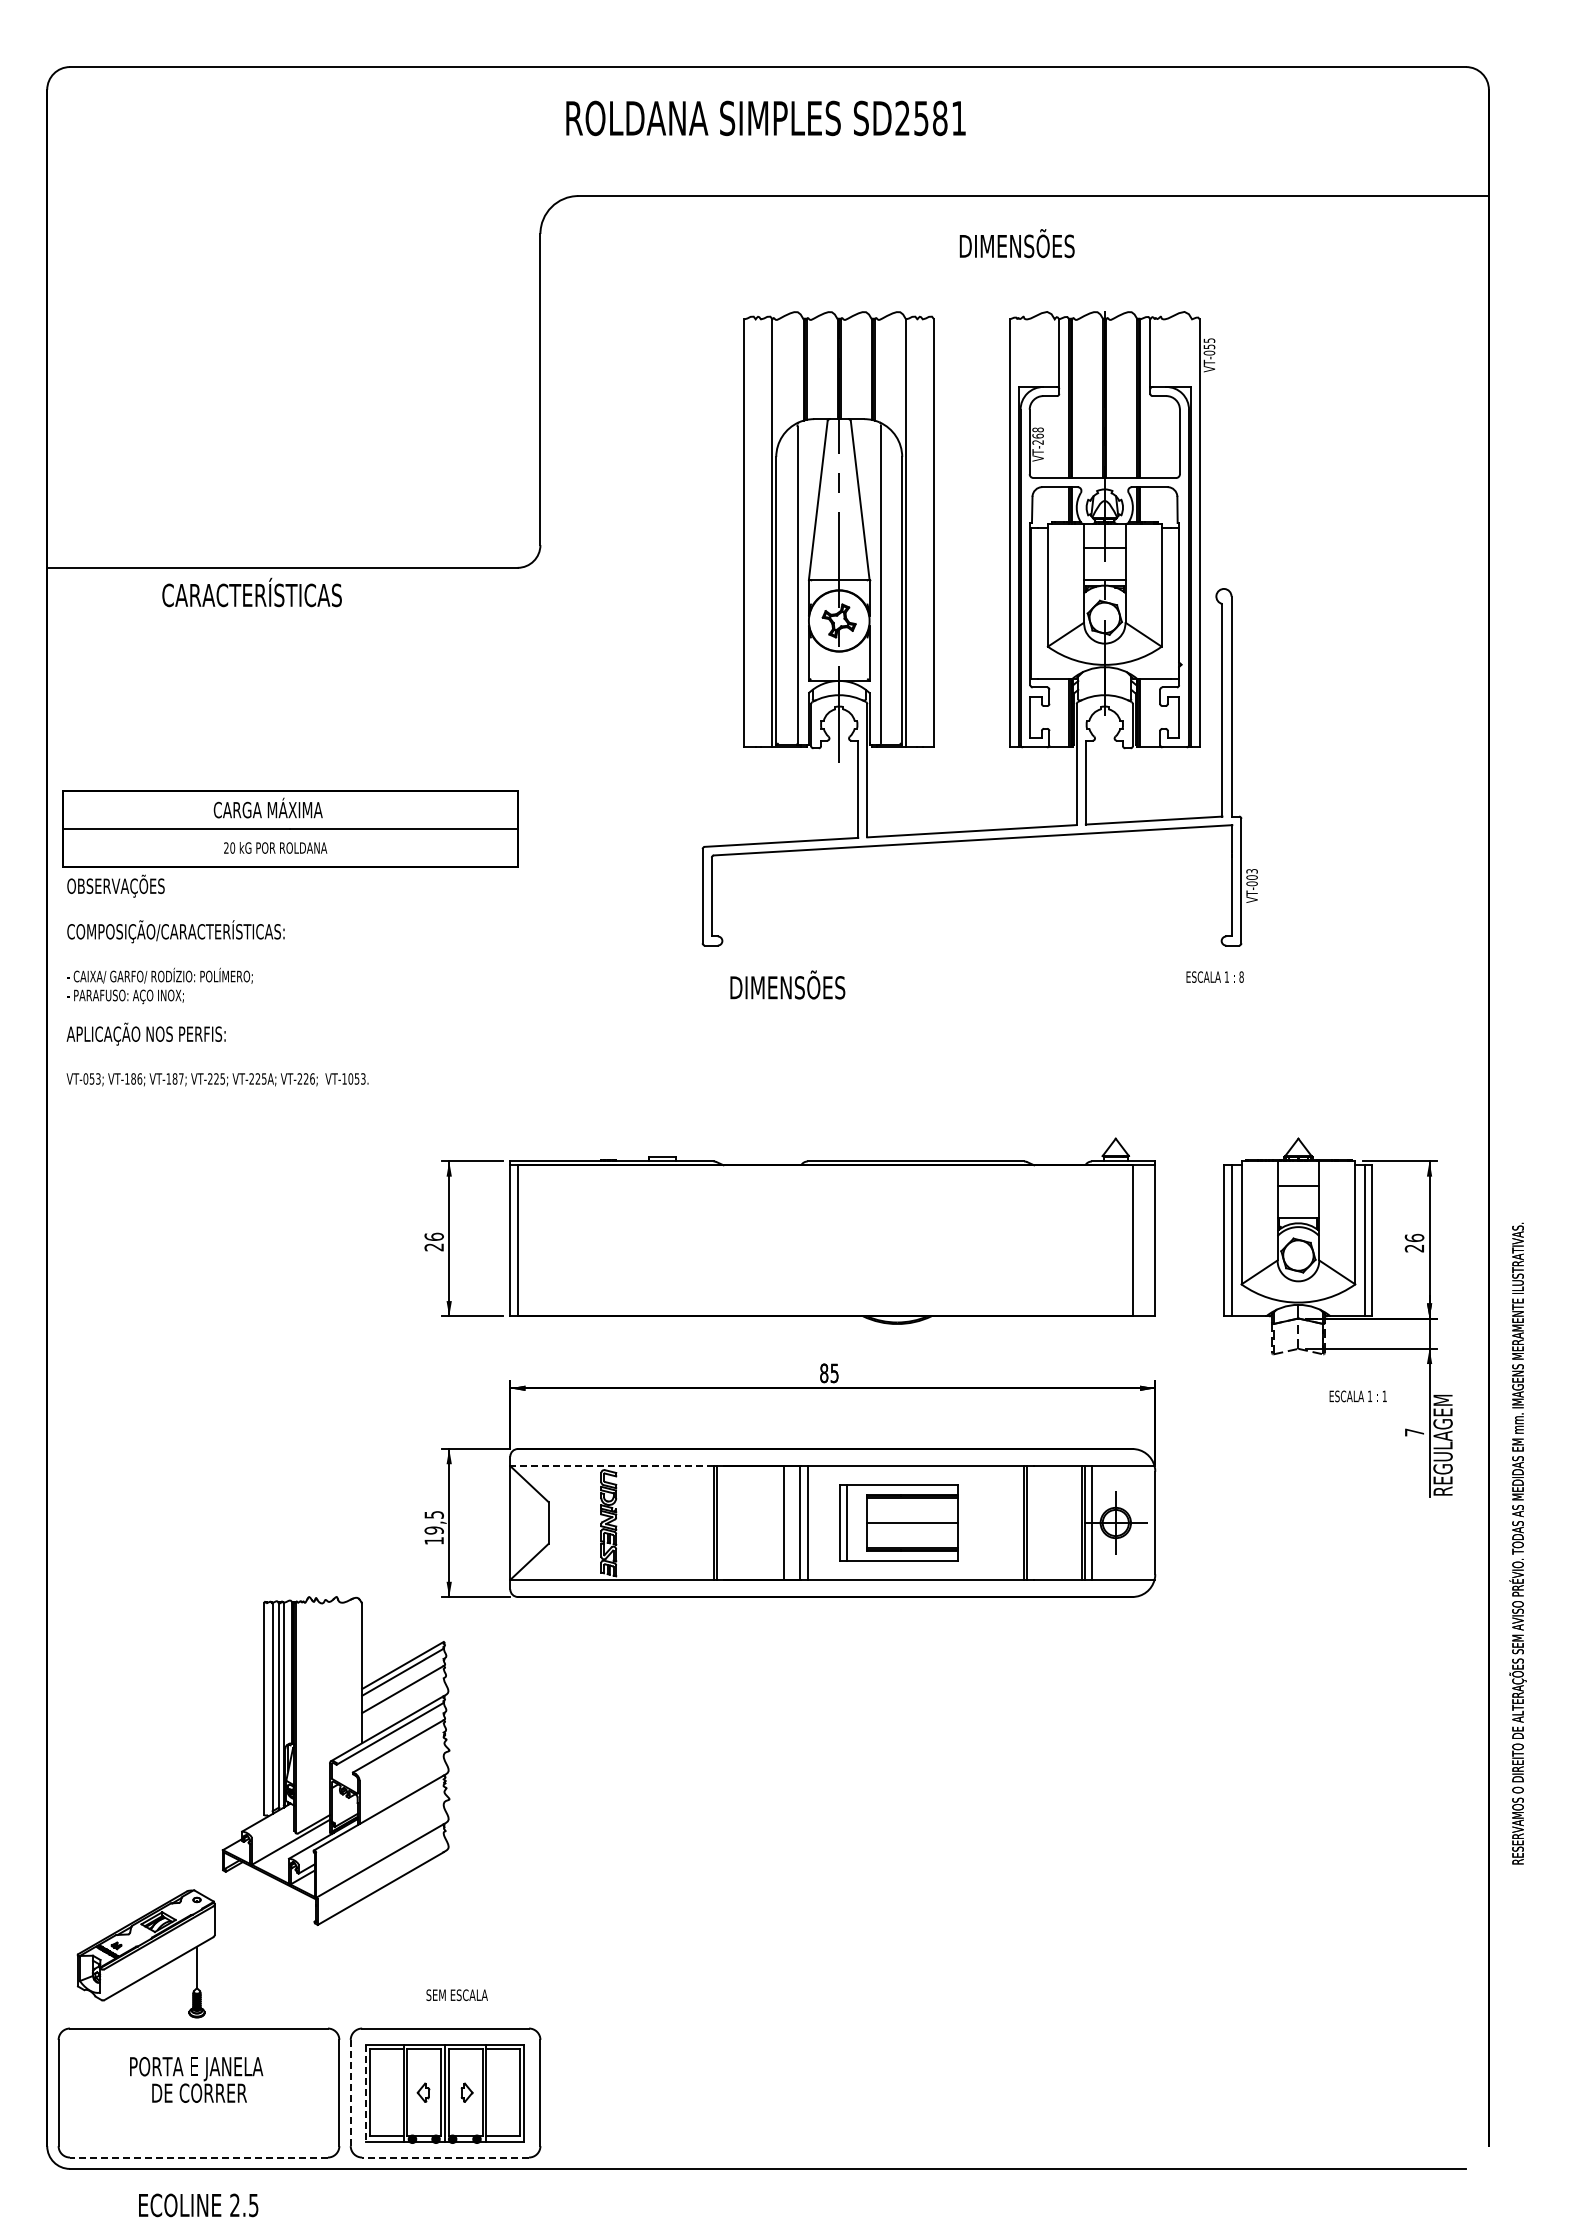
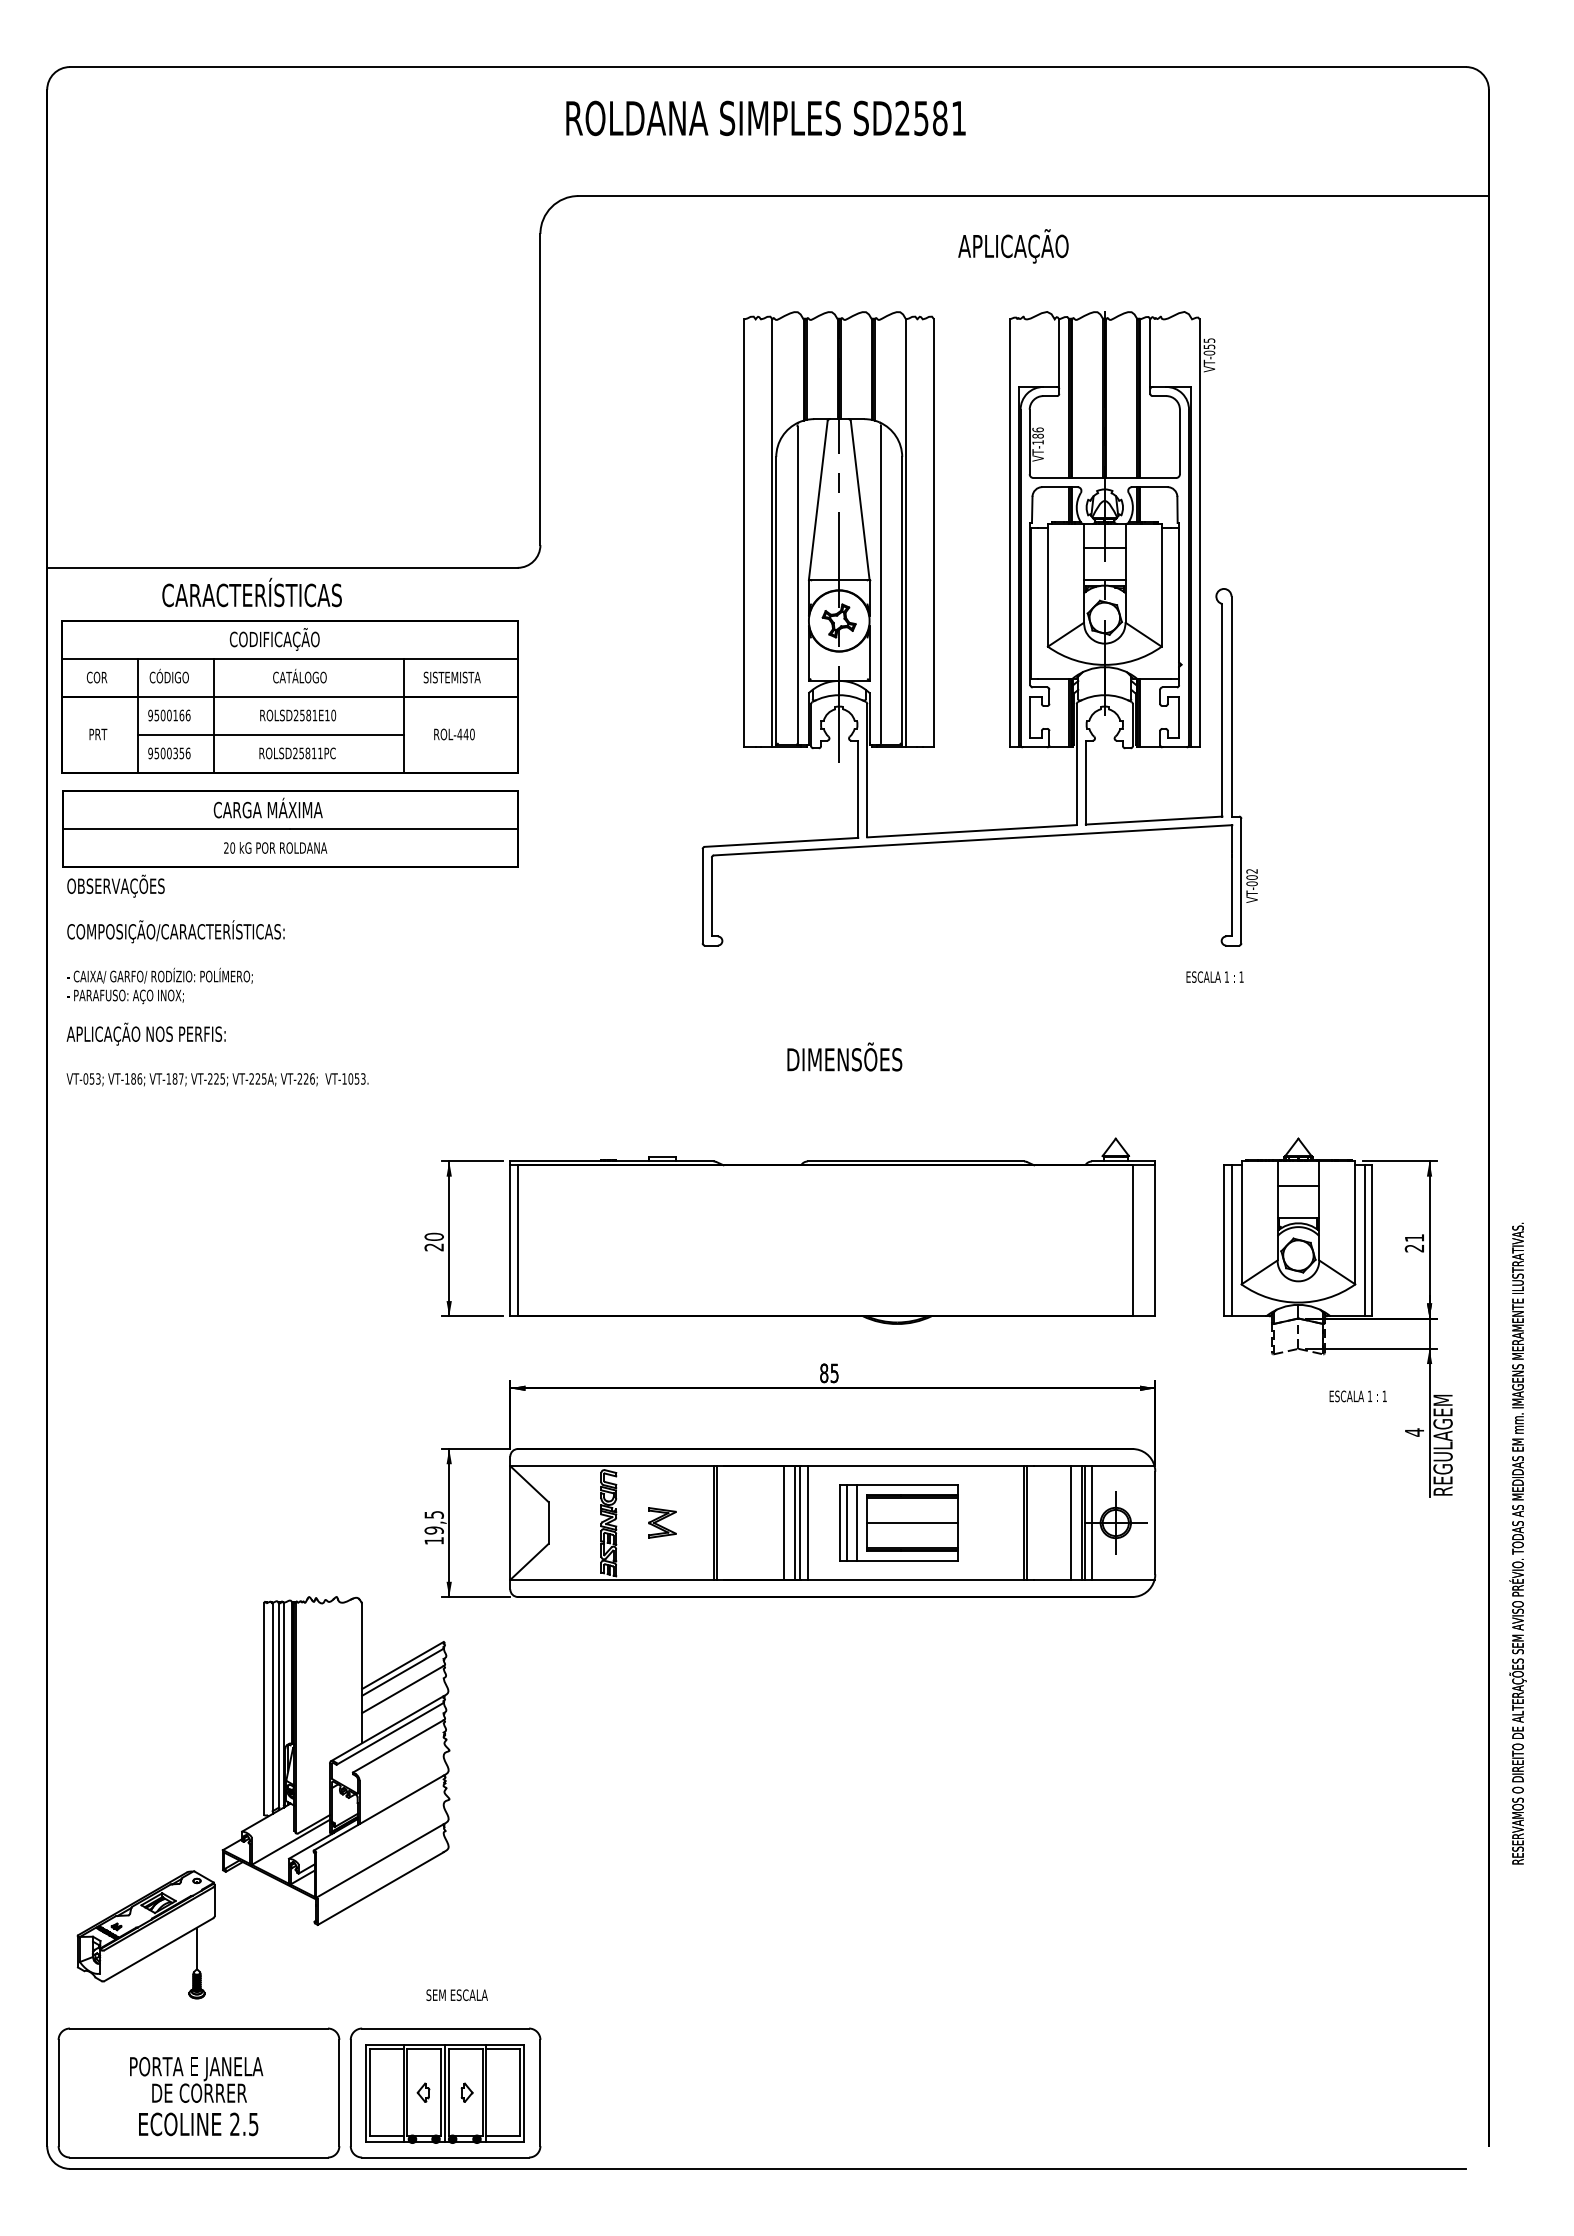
text at (1016, 246): DIMENSÕES -> APLICAÇÃO
text at (1037, 435): VT-268 -> VT-186
part at (289, 696): none -> present
text at (1252, 871): VT-003 -> VT-002
text at (1241, 976): 8 -> 1
text at (787, 984) position: (787, 984) -> (844, 1056)
text at (433, 1236): 26 -> 20
text at (1414, 1237): 26 -> 21
text at (1414, 1432): 7 -> 4
line at (611, 1466): dashed -> solid
part at (662, 1522): none -> present
line at (794, 1522): none -> present
line at (857, 1522): none -> present
line at (1071, 1522): none -> present
part at (145, 1953) position: (145, 1953) -> (145, 1934)
line at (350, 2092): dashed -> solid
line at (365, 2093): dashed -> solid
line at (198, 2157): dashed -> solid
line at (445, 2157): dashed -> solid
text at (198, 2205) position: (198, 2205) -> (198, 2124)
